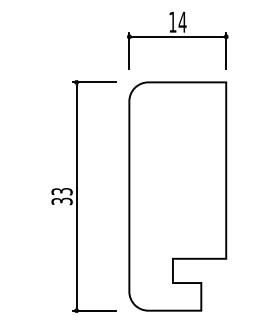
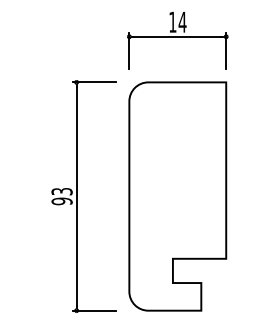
text at (61, 201): 33 -> 93
